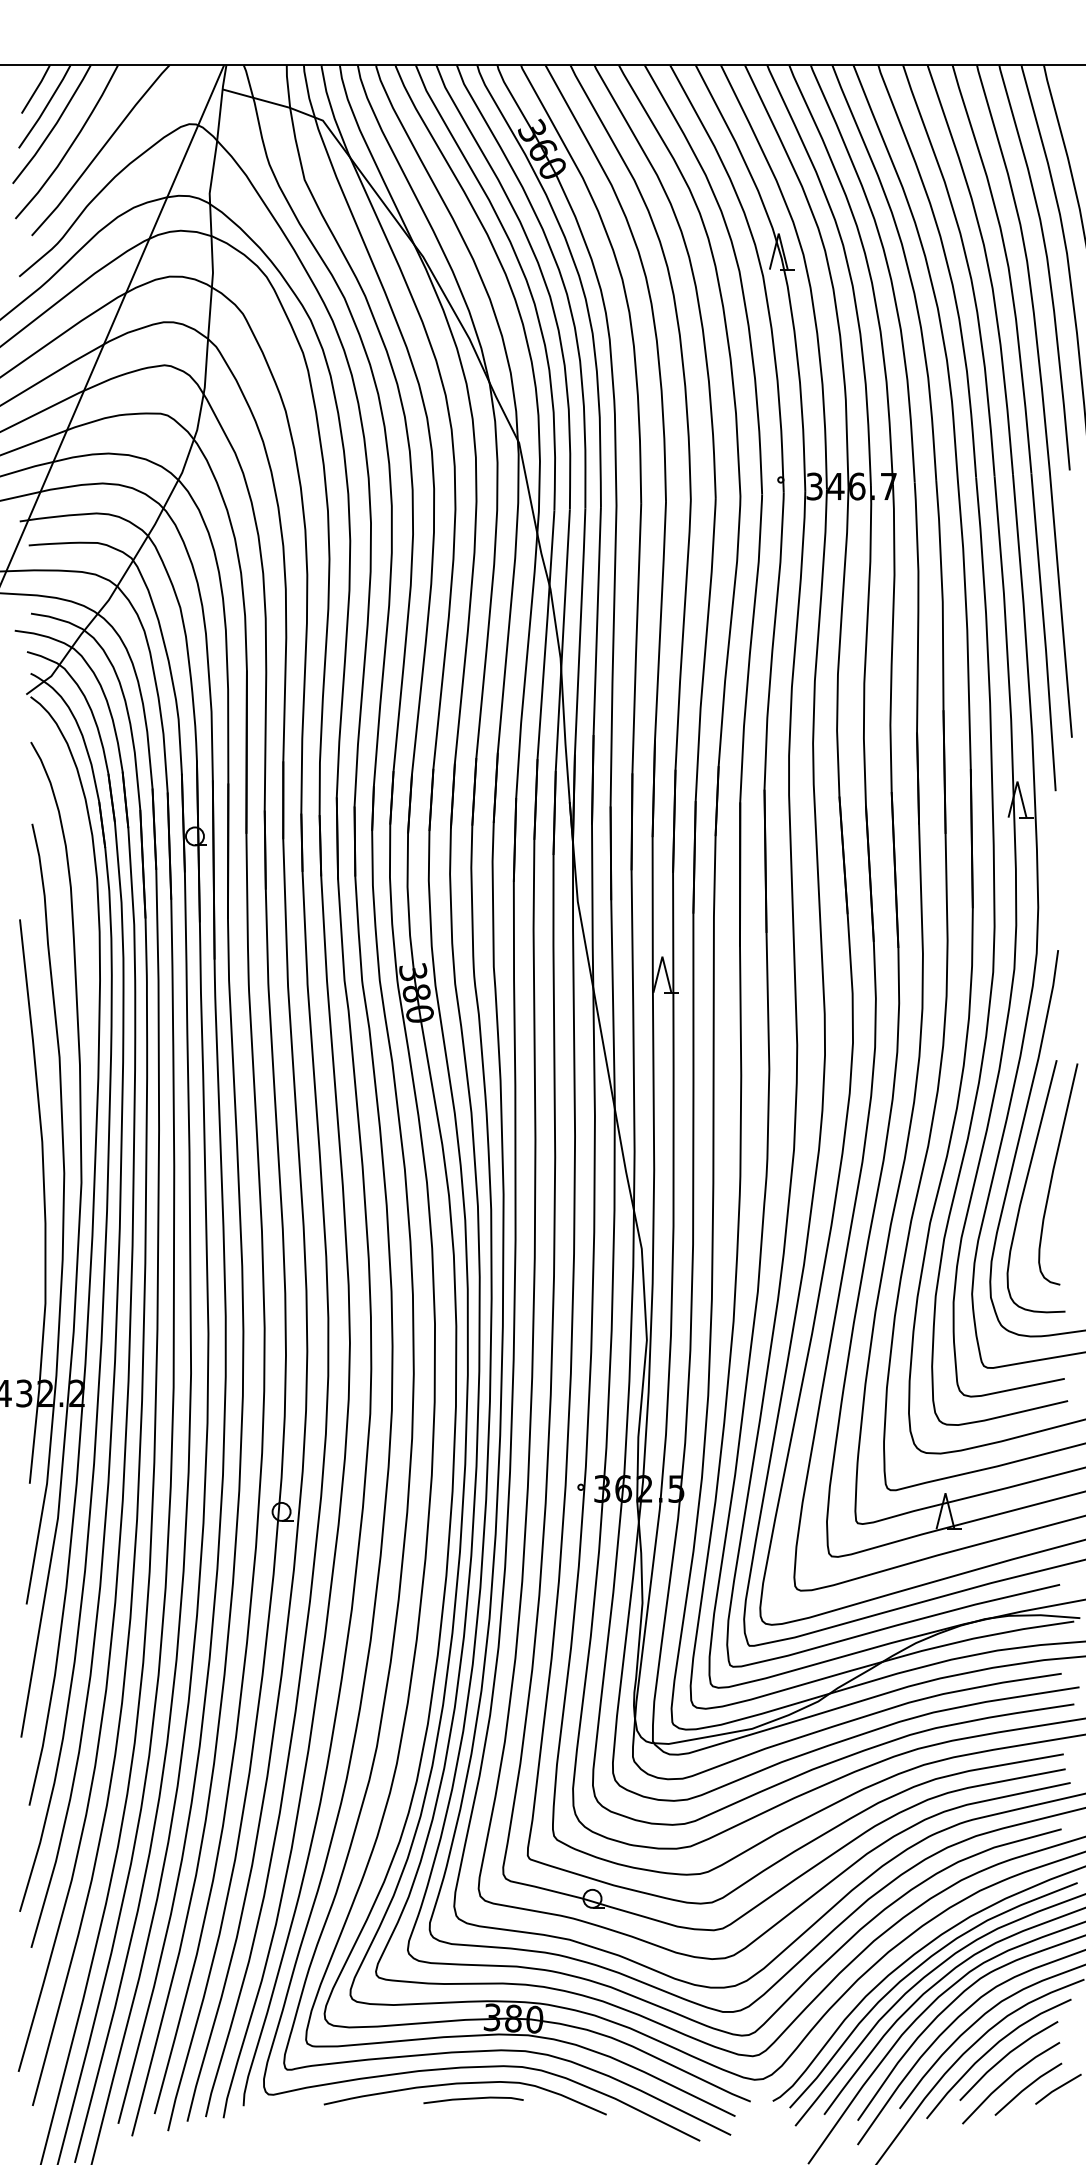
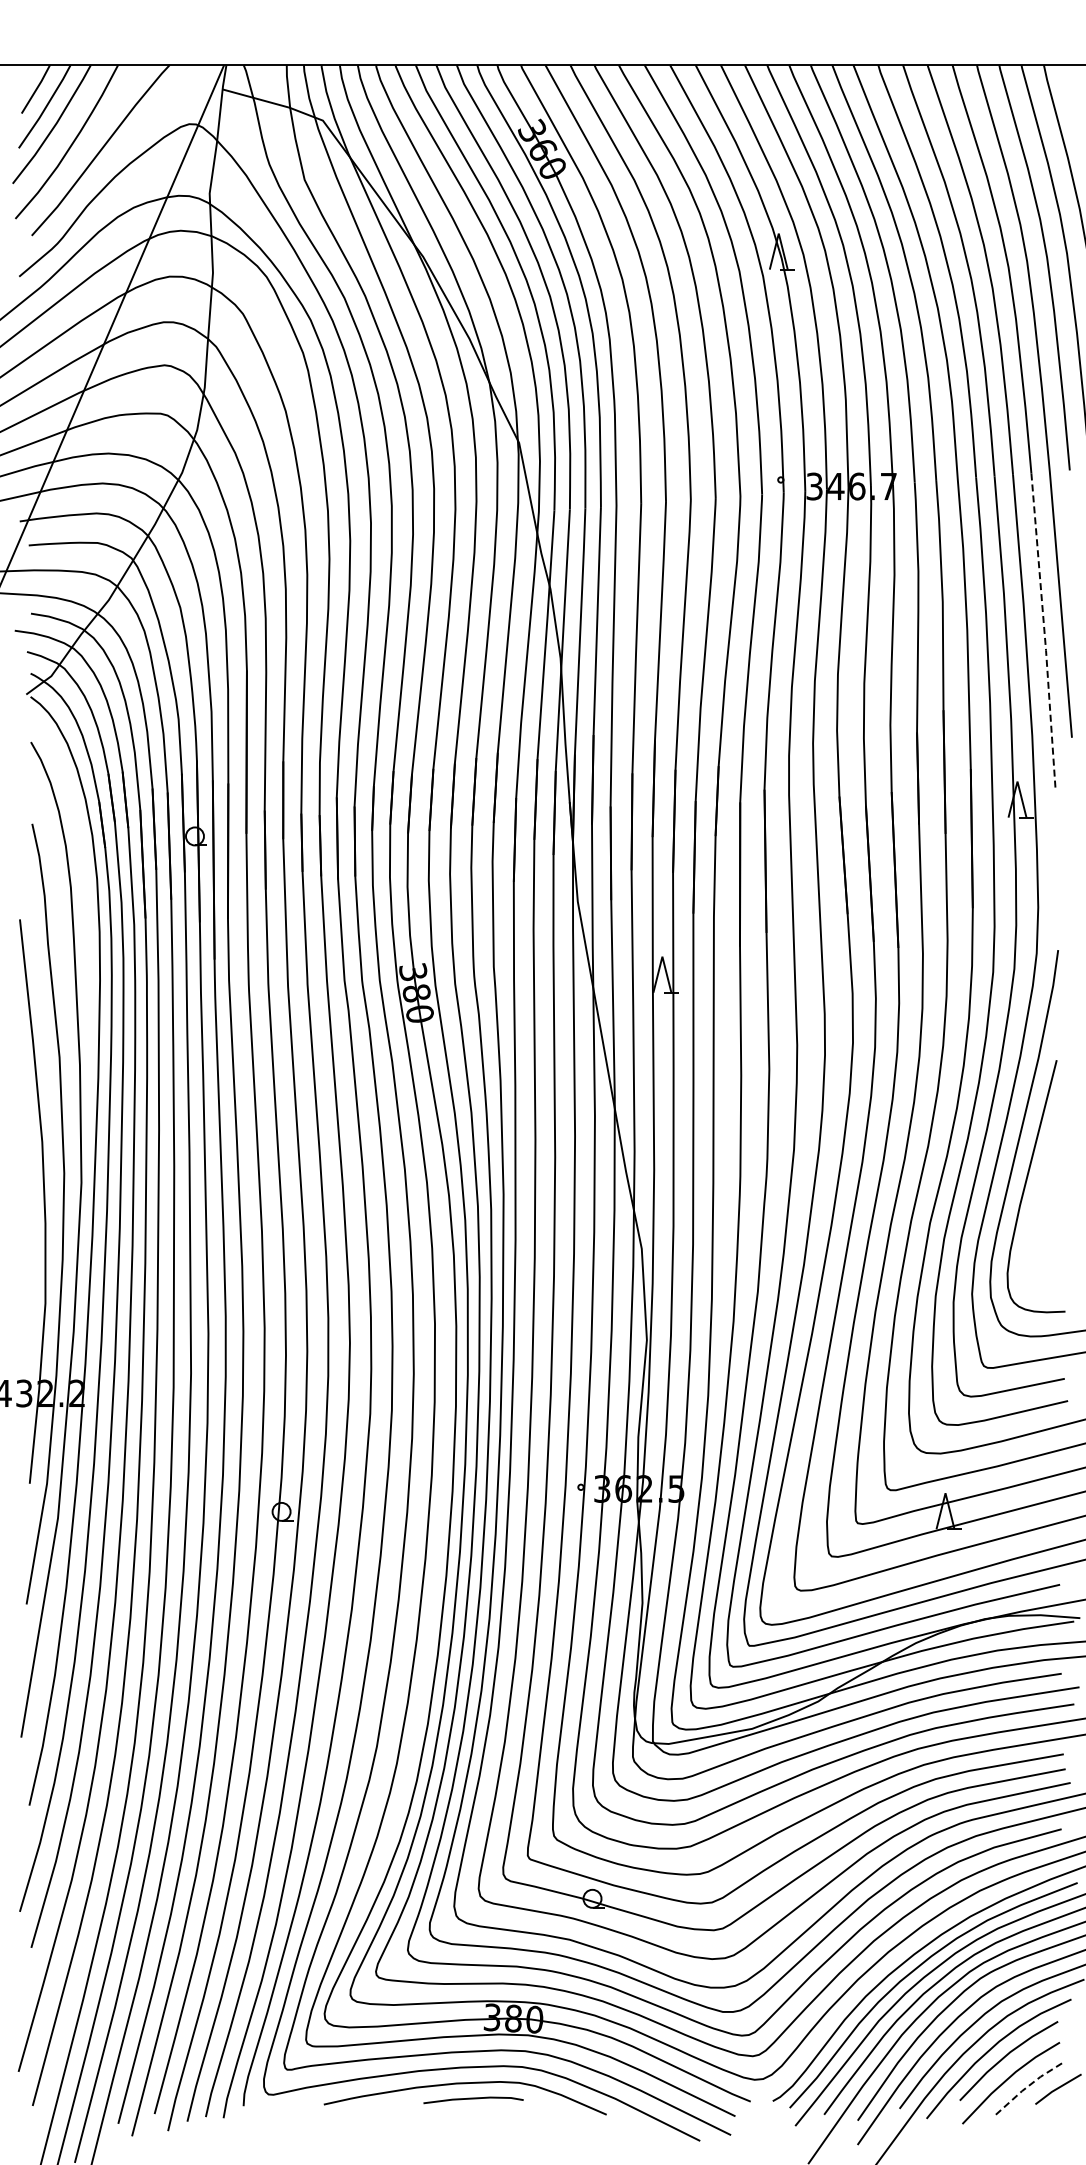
line at (1044, 633): solid -> dashed
curve at (1053, 1174): present -> none
line at (1026, 2087): solid -> dashed
